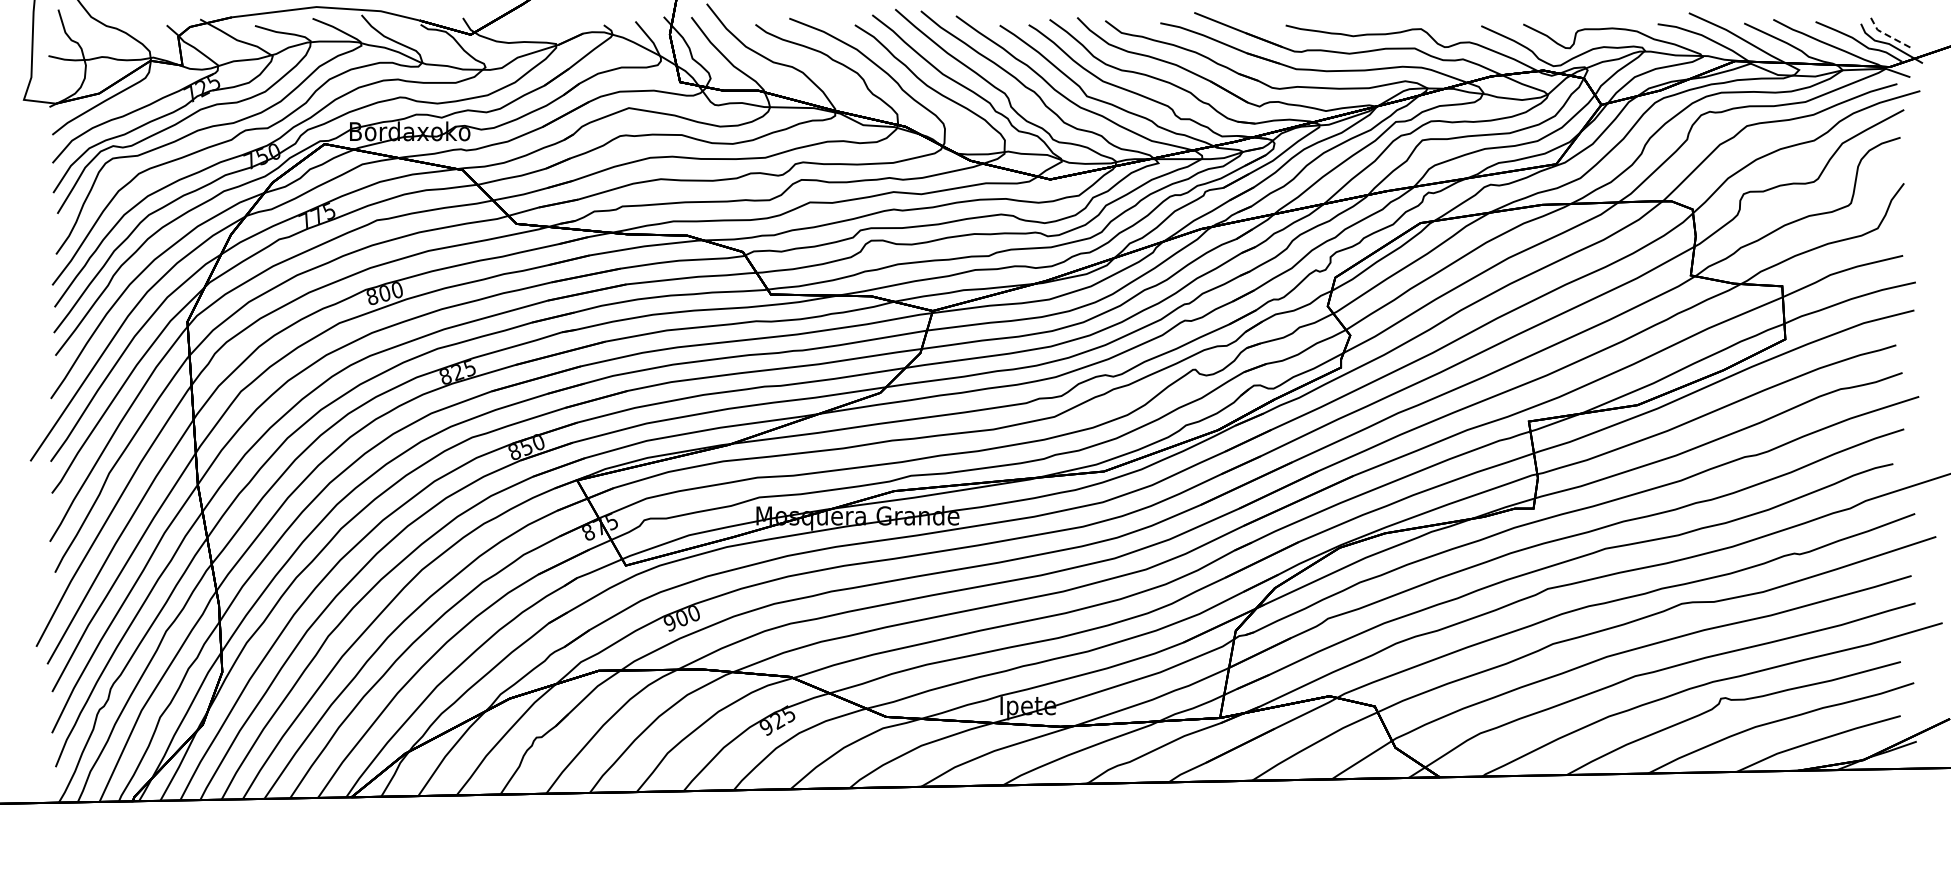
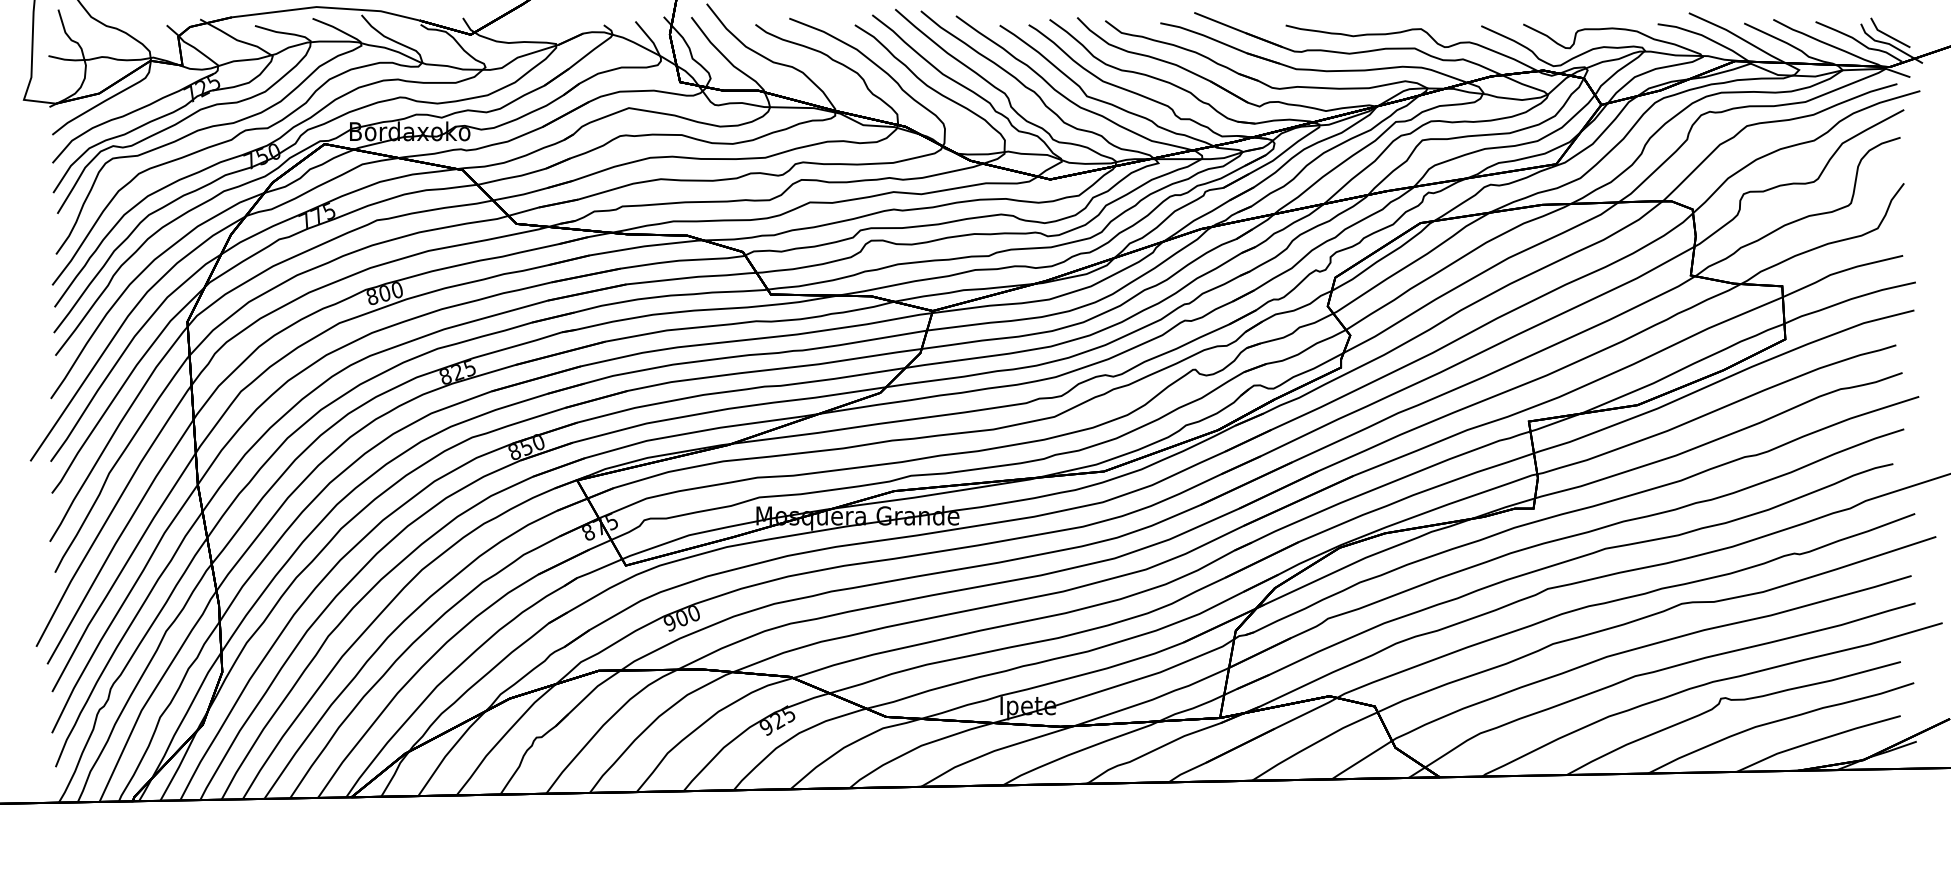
line at (1887, 35): dashed -> solid
